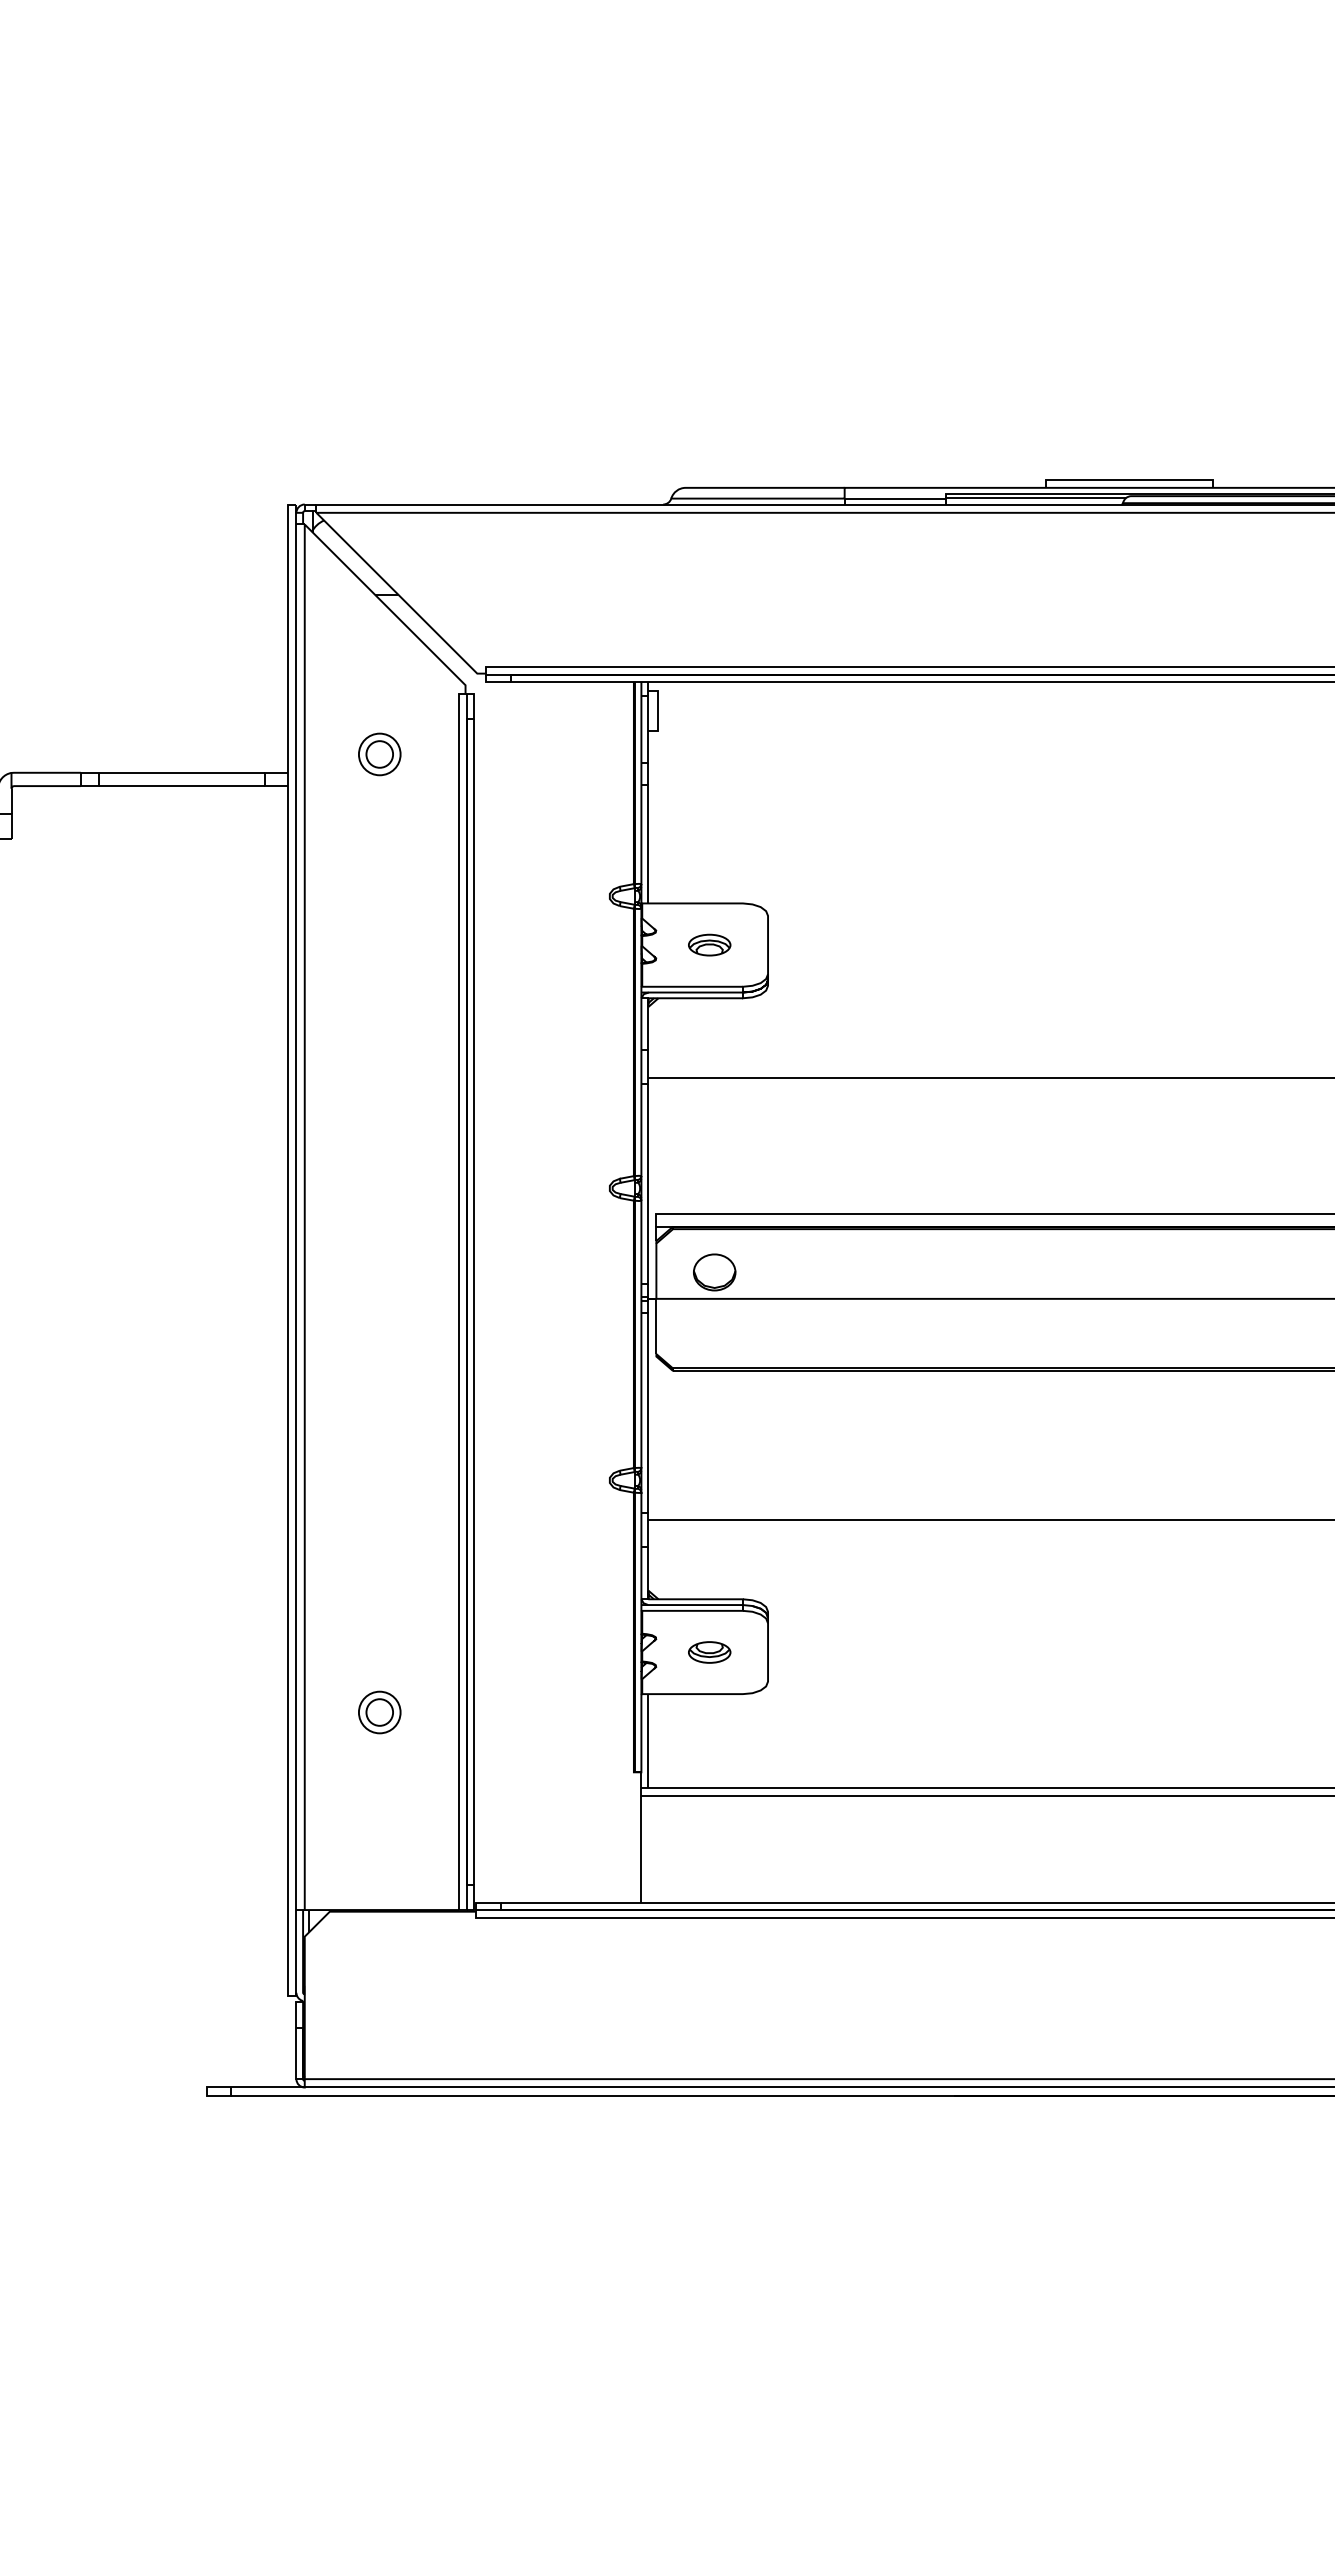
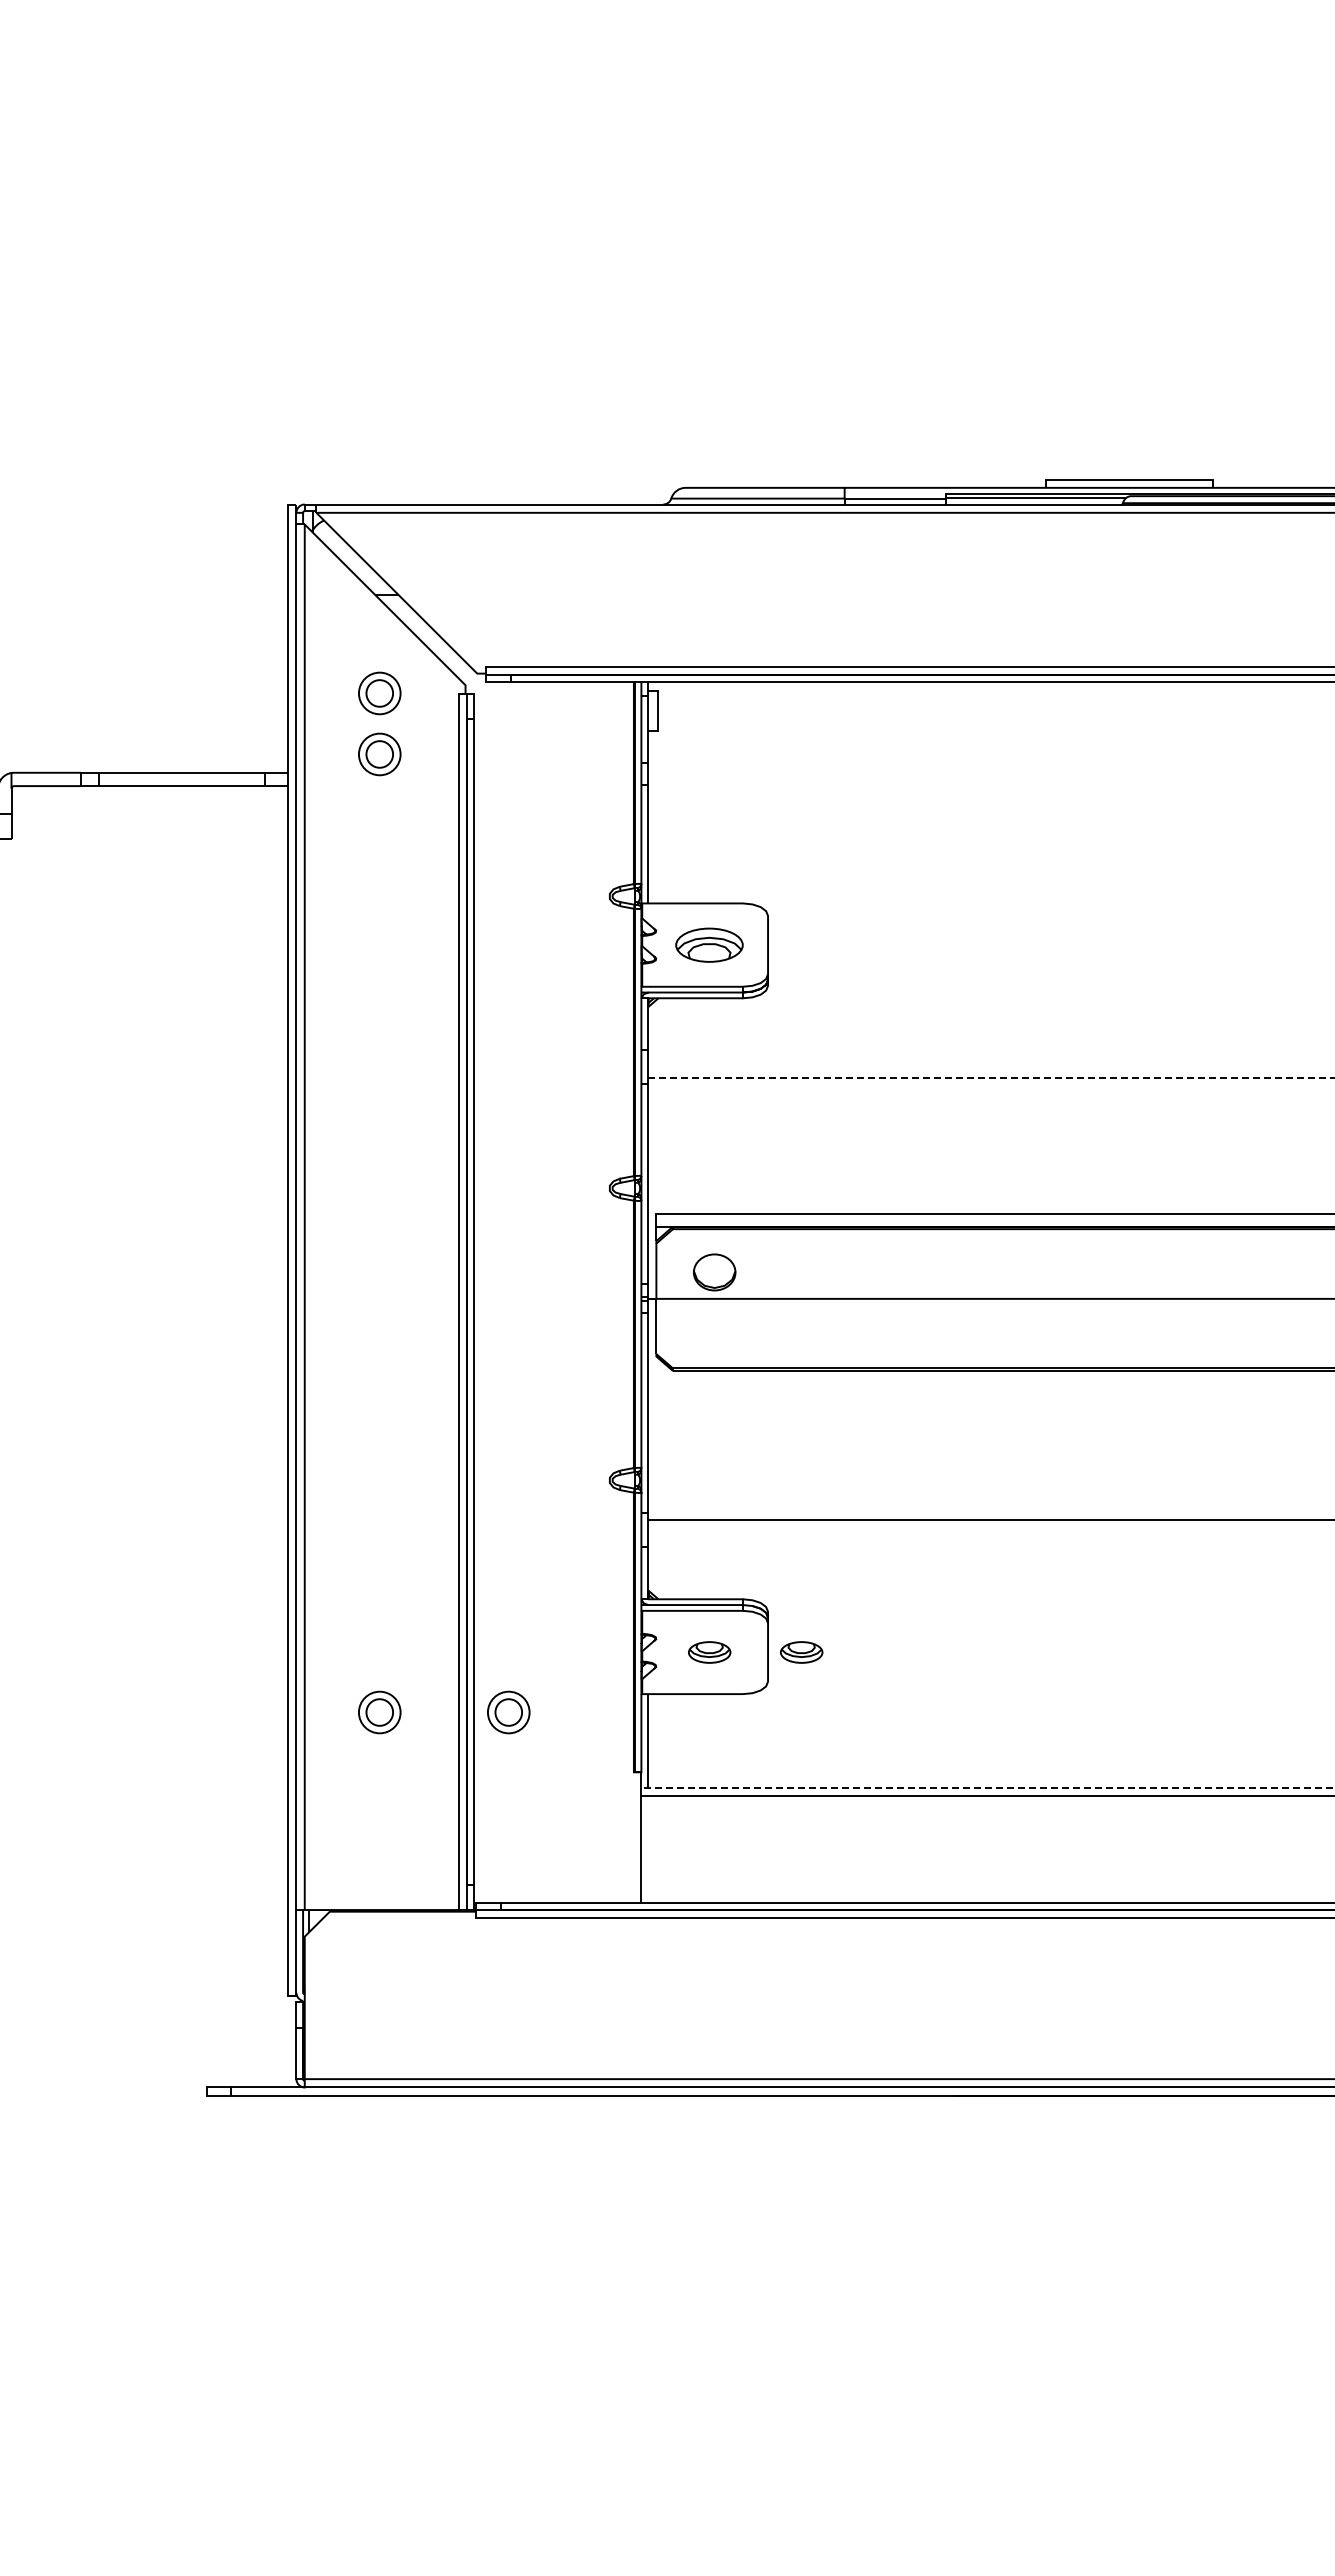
part at (379, 693): none -> present
part at (709, 944) size: 44x24 px -> 69x36 px
line at (991, 1077): solid -> dashed
part at (801, 1652): none -> present
part at (508, 1712): none -> present
line at (987, 1787): solid -> dashed
